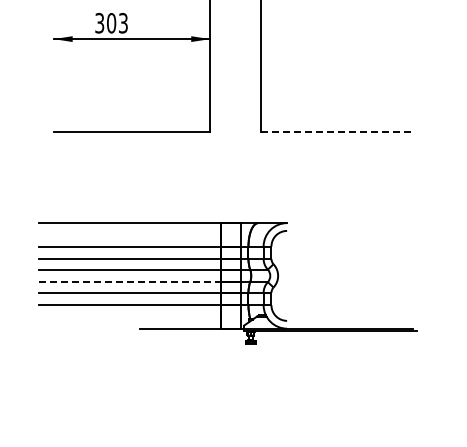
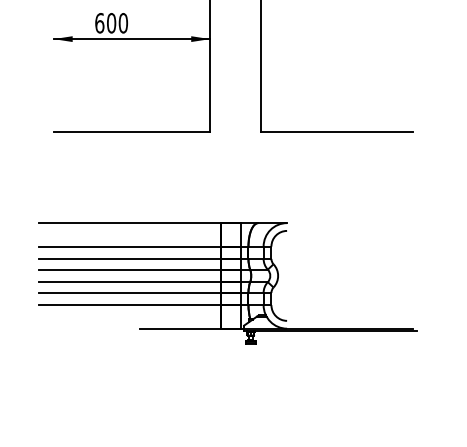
text at (111, 23): 303 -> 600
line at (337, 132): dashed -> solid
line at (130, 282): dashed -> solid
